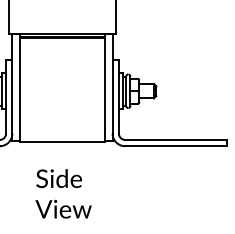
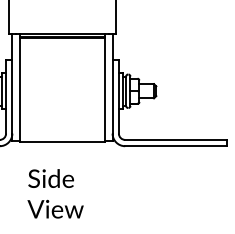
text at (63, 193) position: (63, 193) -> (55, 193)
